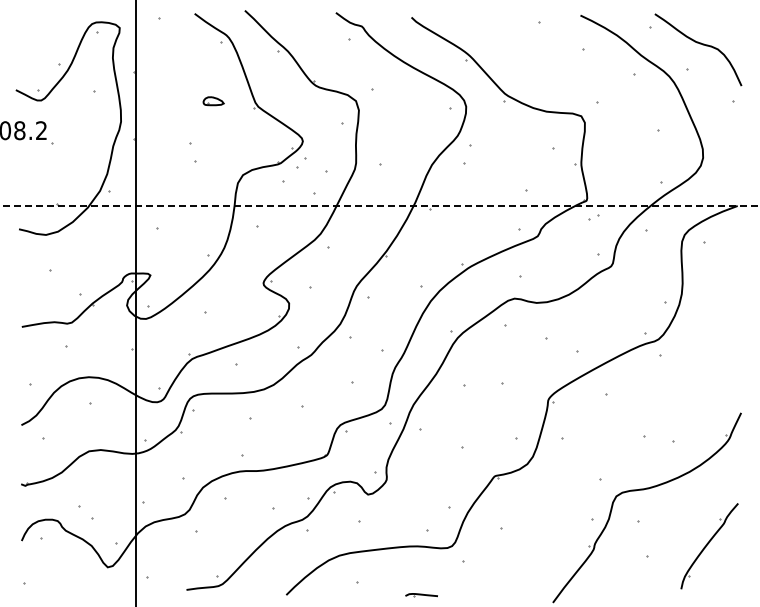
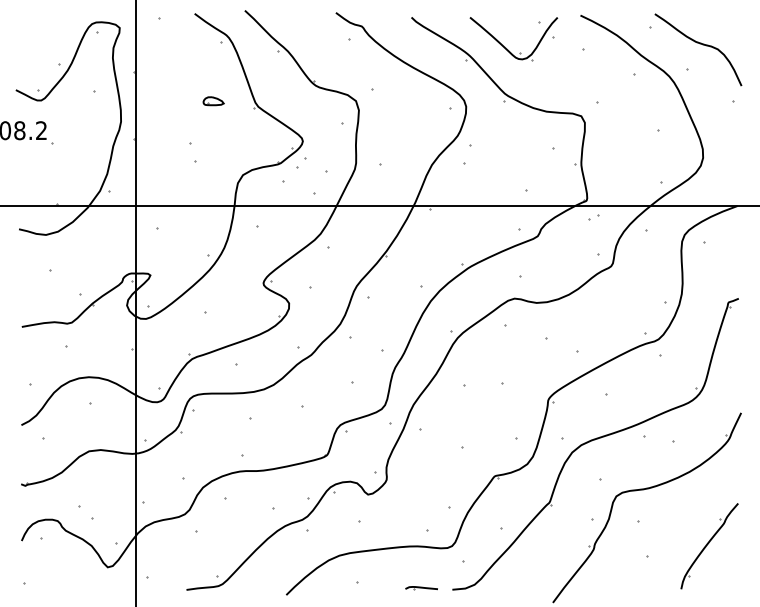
part at (506, 47): none -> present
line at (380, 205): dashed -> solid
part at (595, 444): none -> present
part at (421, 595) position: (421, 595) -> (421, 588)
